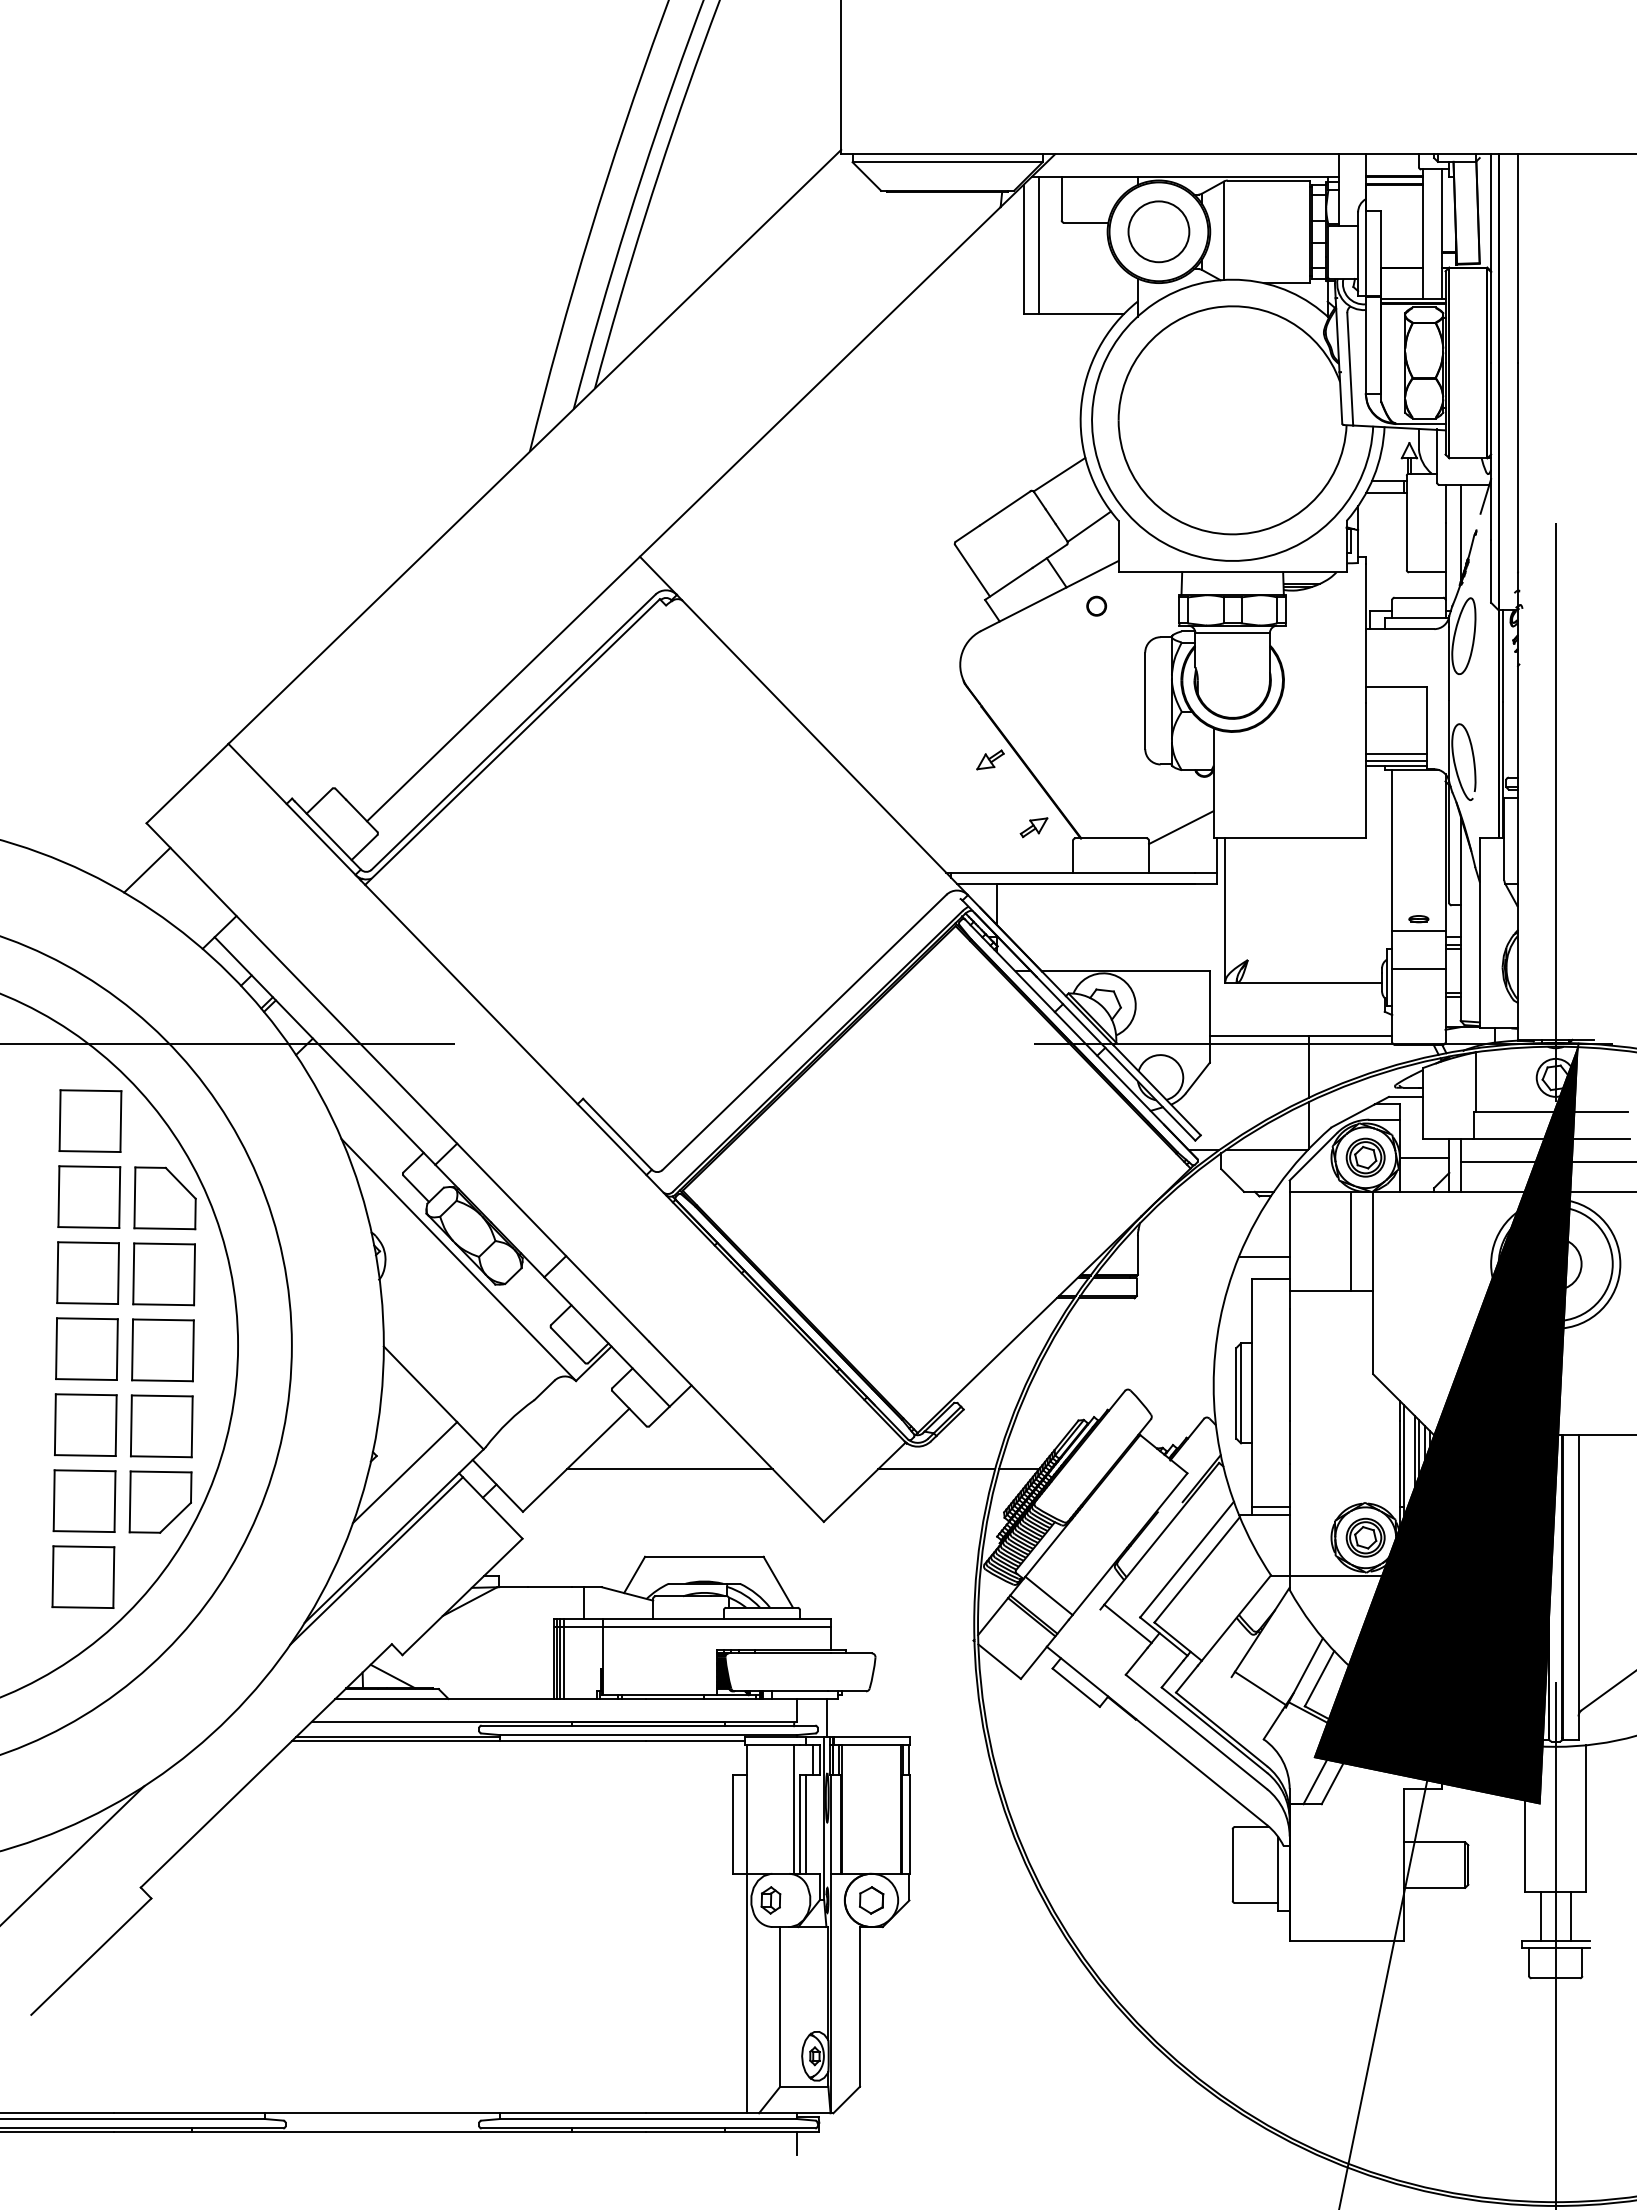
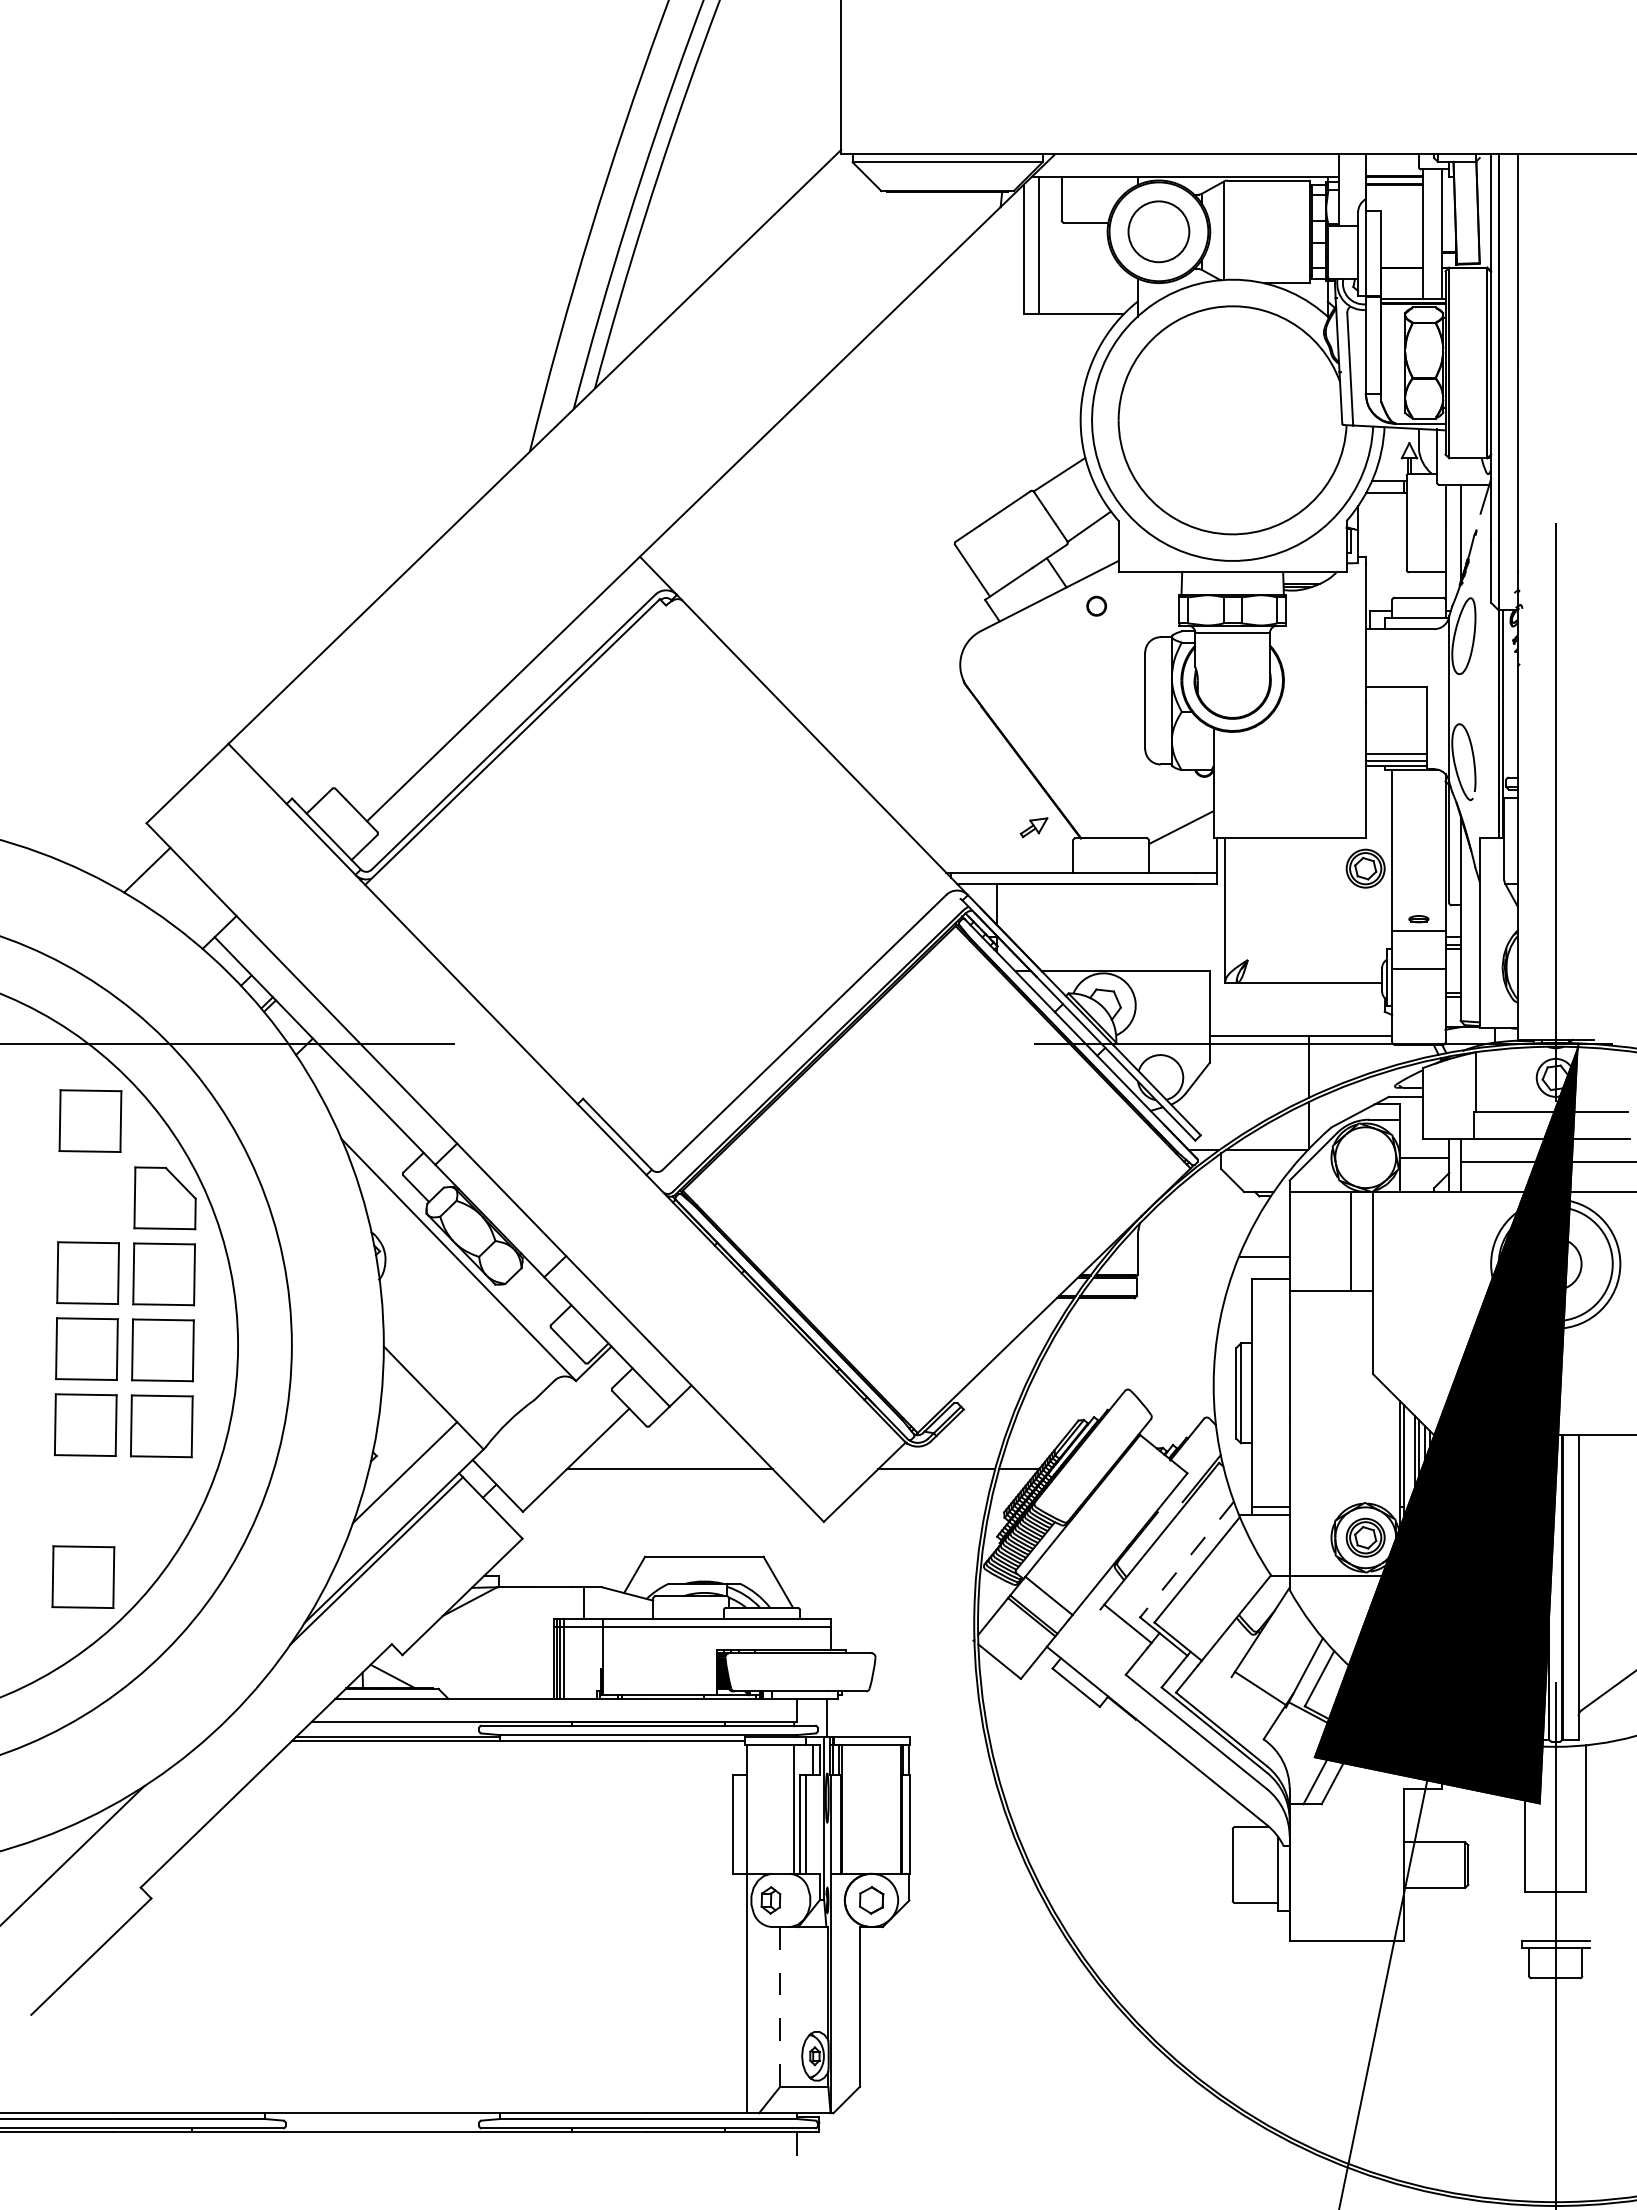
part at (990, 759): present -> none
part at (1365, 1157) position: (1365, 1157) -> (1365, 868)
part at (89, 1196): present -> none
part at (84, 1500): present -> none
part at (160, 1501): present -> none
line at (1186, 1559): solid -> dashed
line at (1540, 1916): present -> none
line at (1570, 1916): present -> none
line at (780, 2006): solid -> dashed
